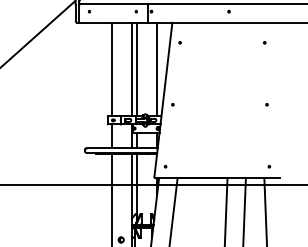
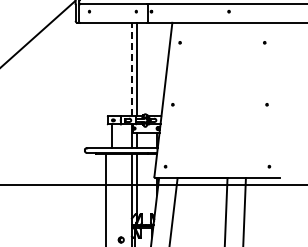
line at (111, 69): present -> none
line at (131, 69): solid -> dashed
line at (157, 69): present -> none
line at (111, 198) position: (111, 198) -> (105, 198)
line at (265, 210): present -> none
